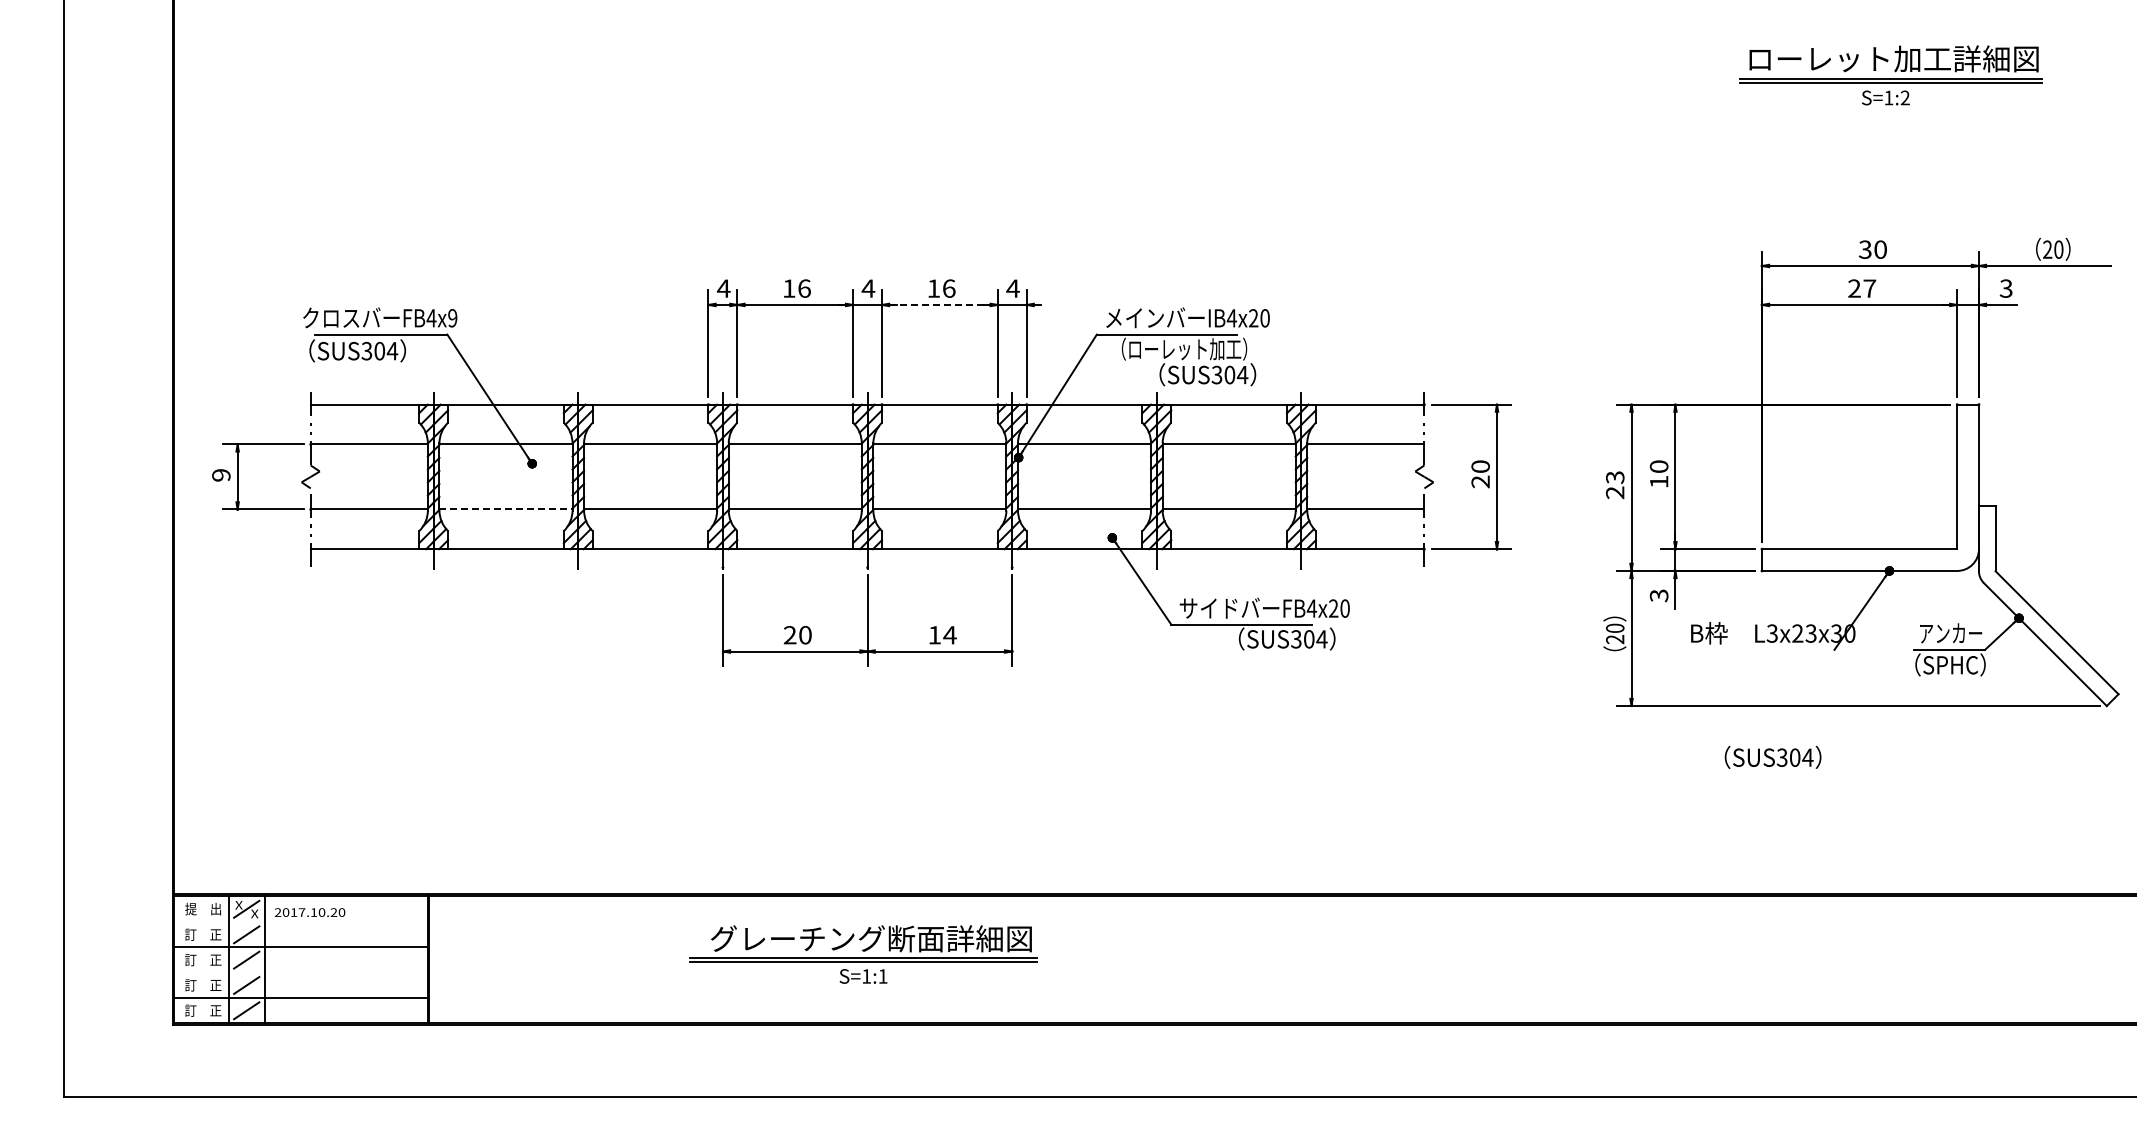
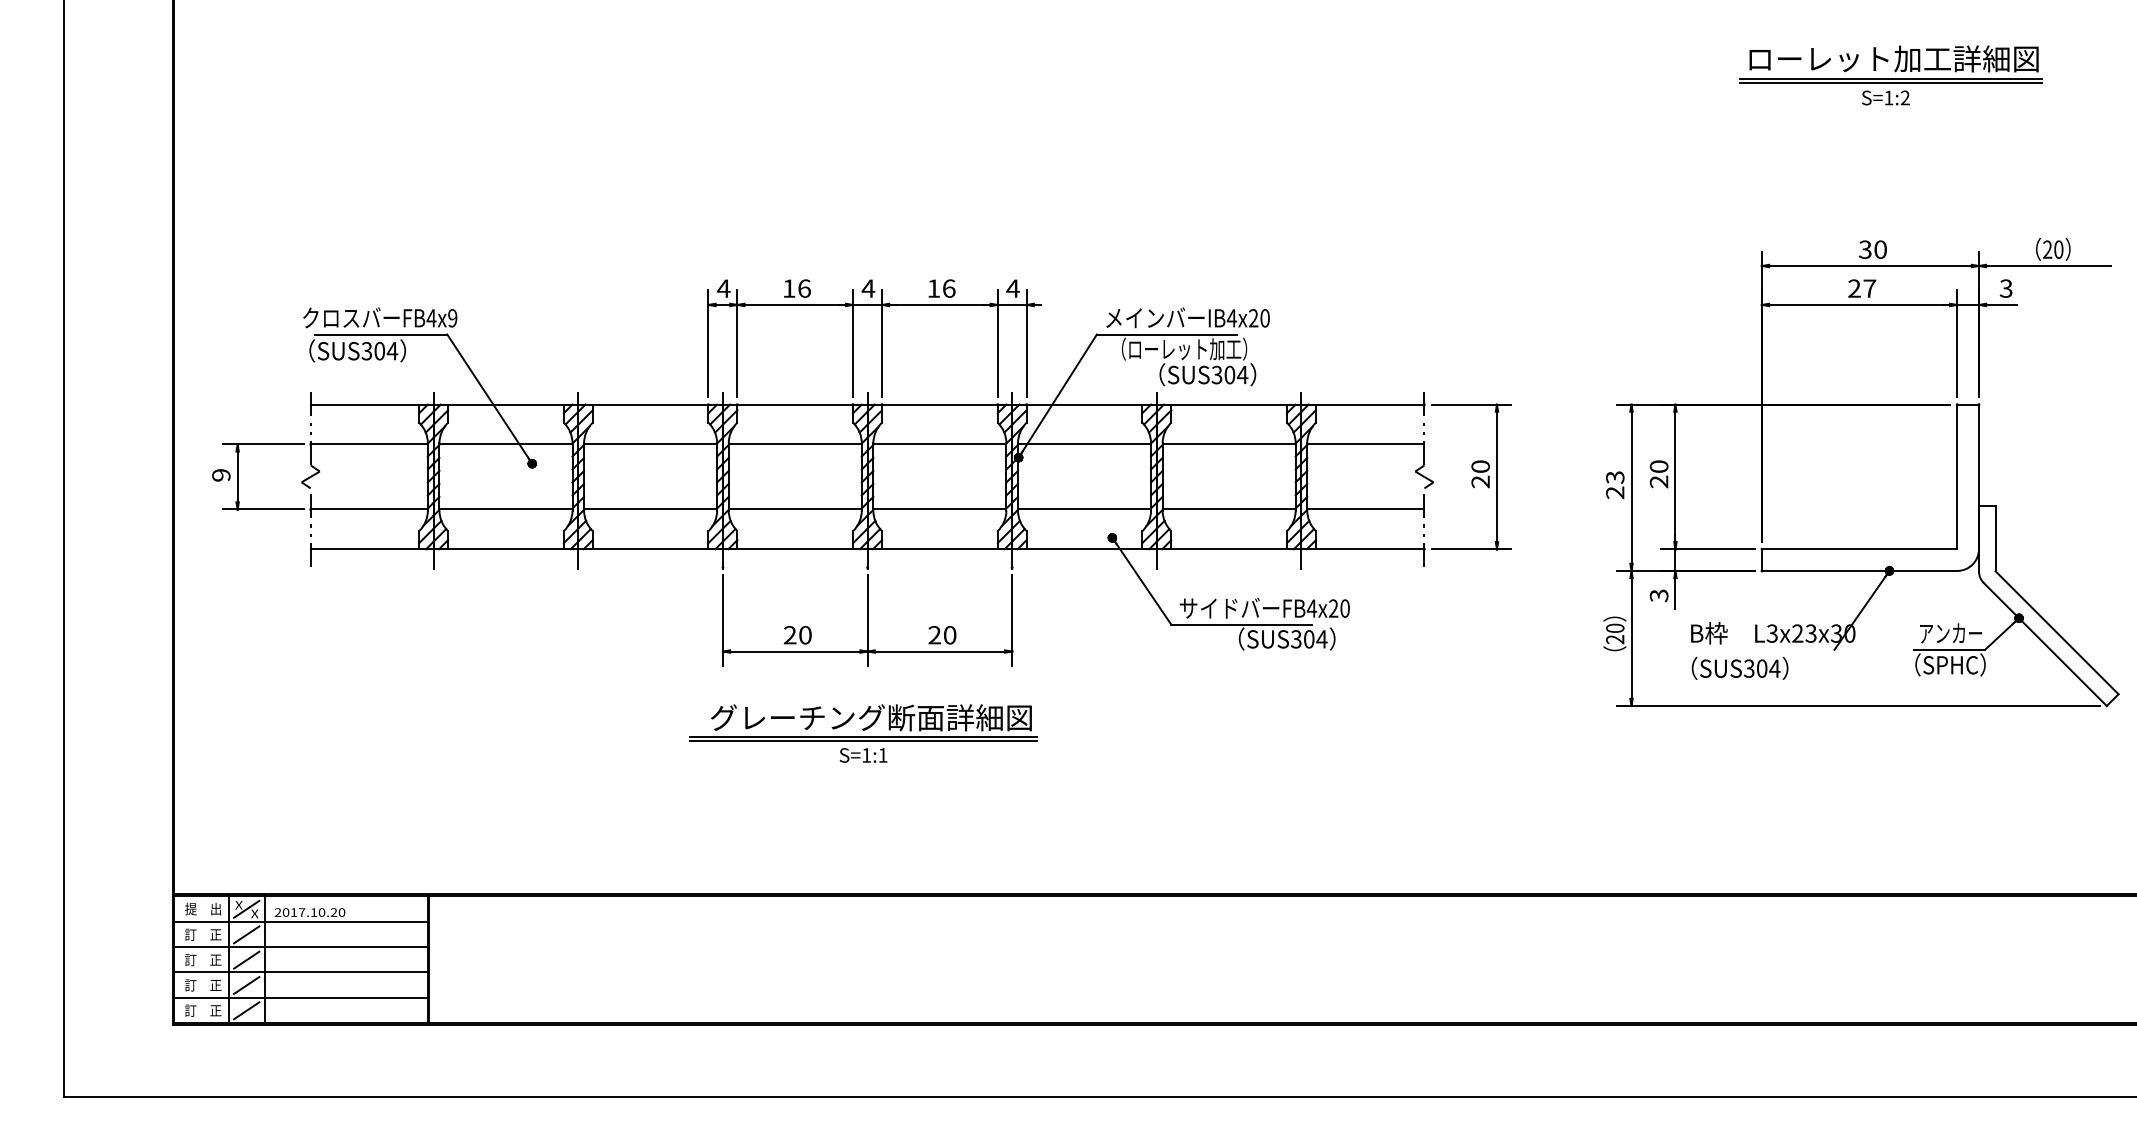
line at (939, 304): dashed -> solid
text at (1658, 481): 10 -> 20
line at (505, 509): dashed -> solid
text at (942, 635): 14 -> 20
text at (1772, 756) position: (1772, 756) -> (1739, 667)
line at (300, 921): none -> present
part at (863, 954) position: (863, 954) -> (863, 733)
line at (300, 972): none -> present
